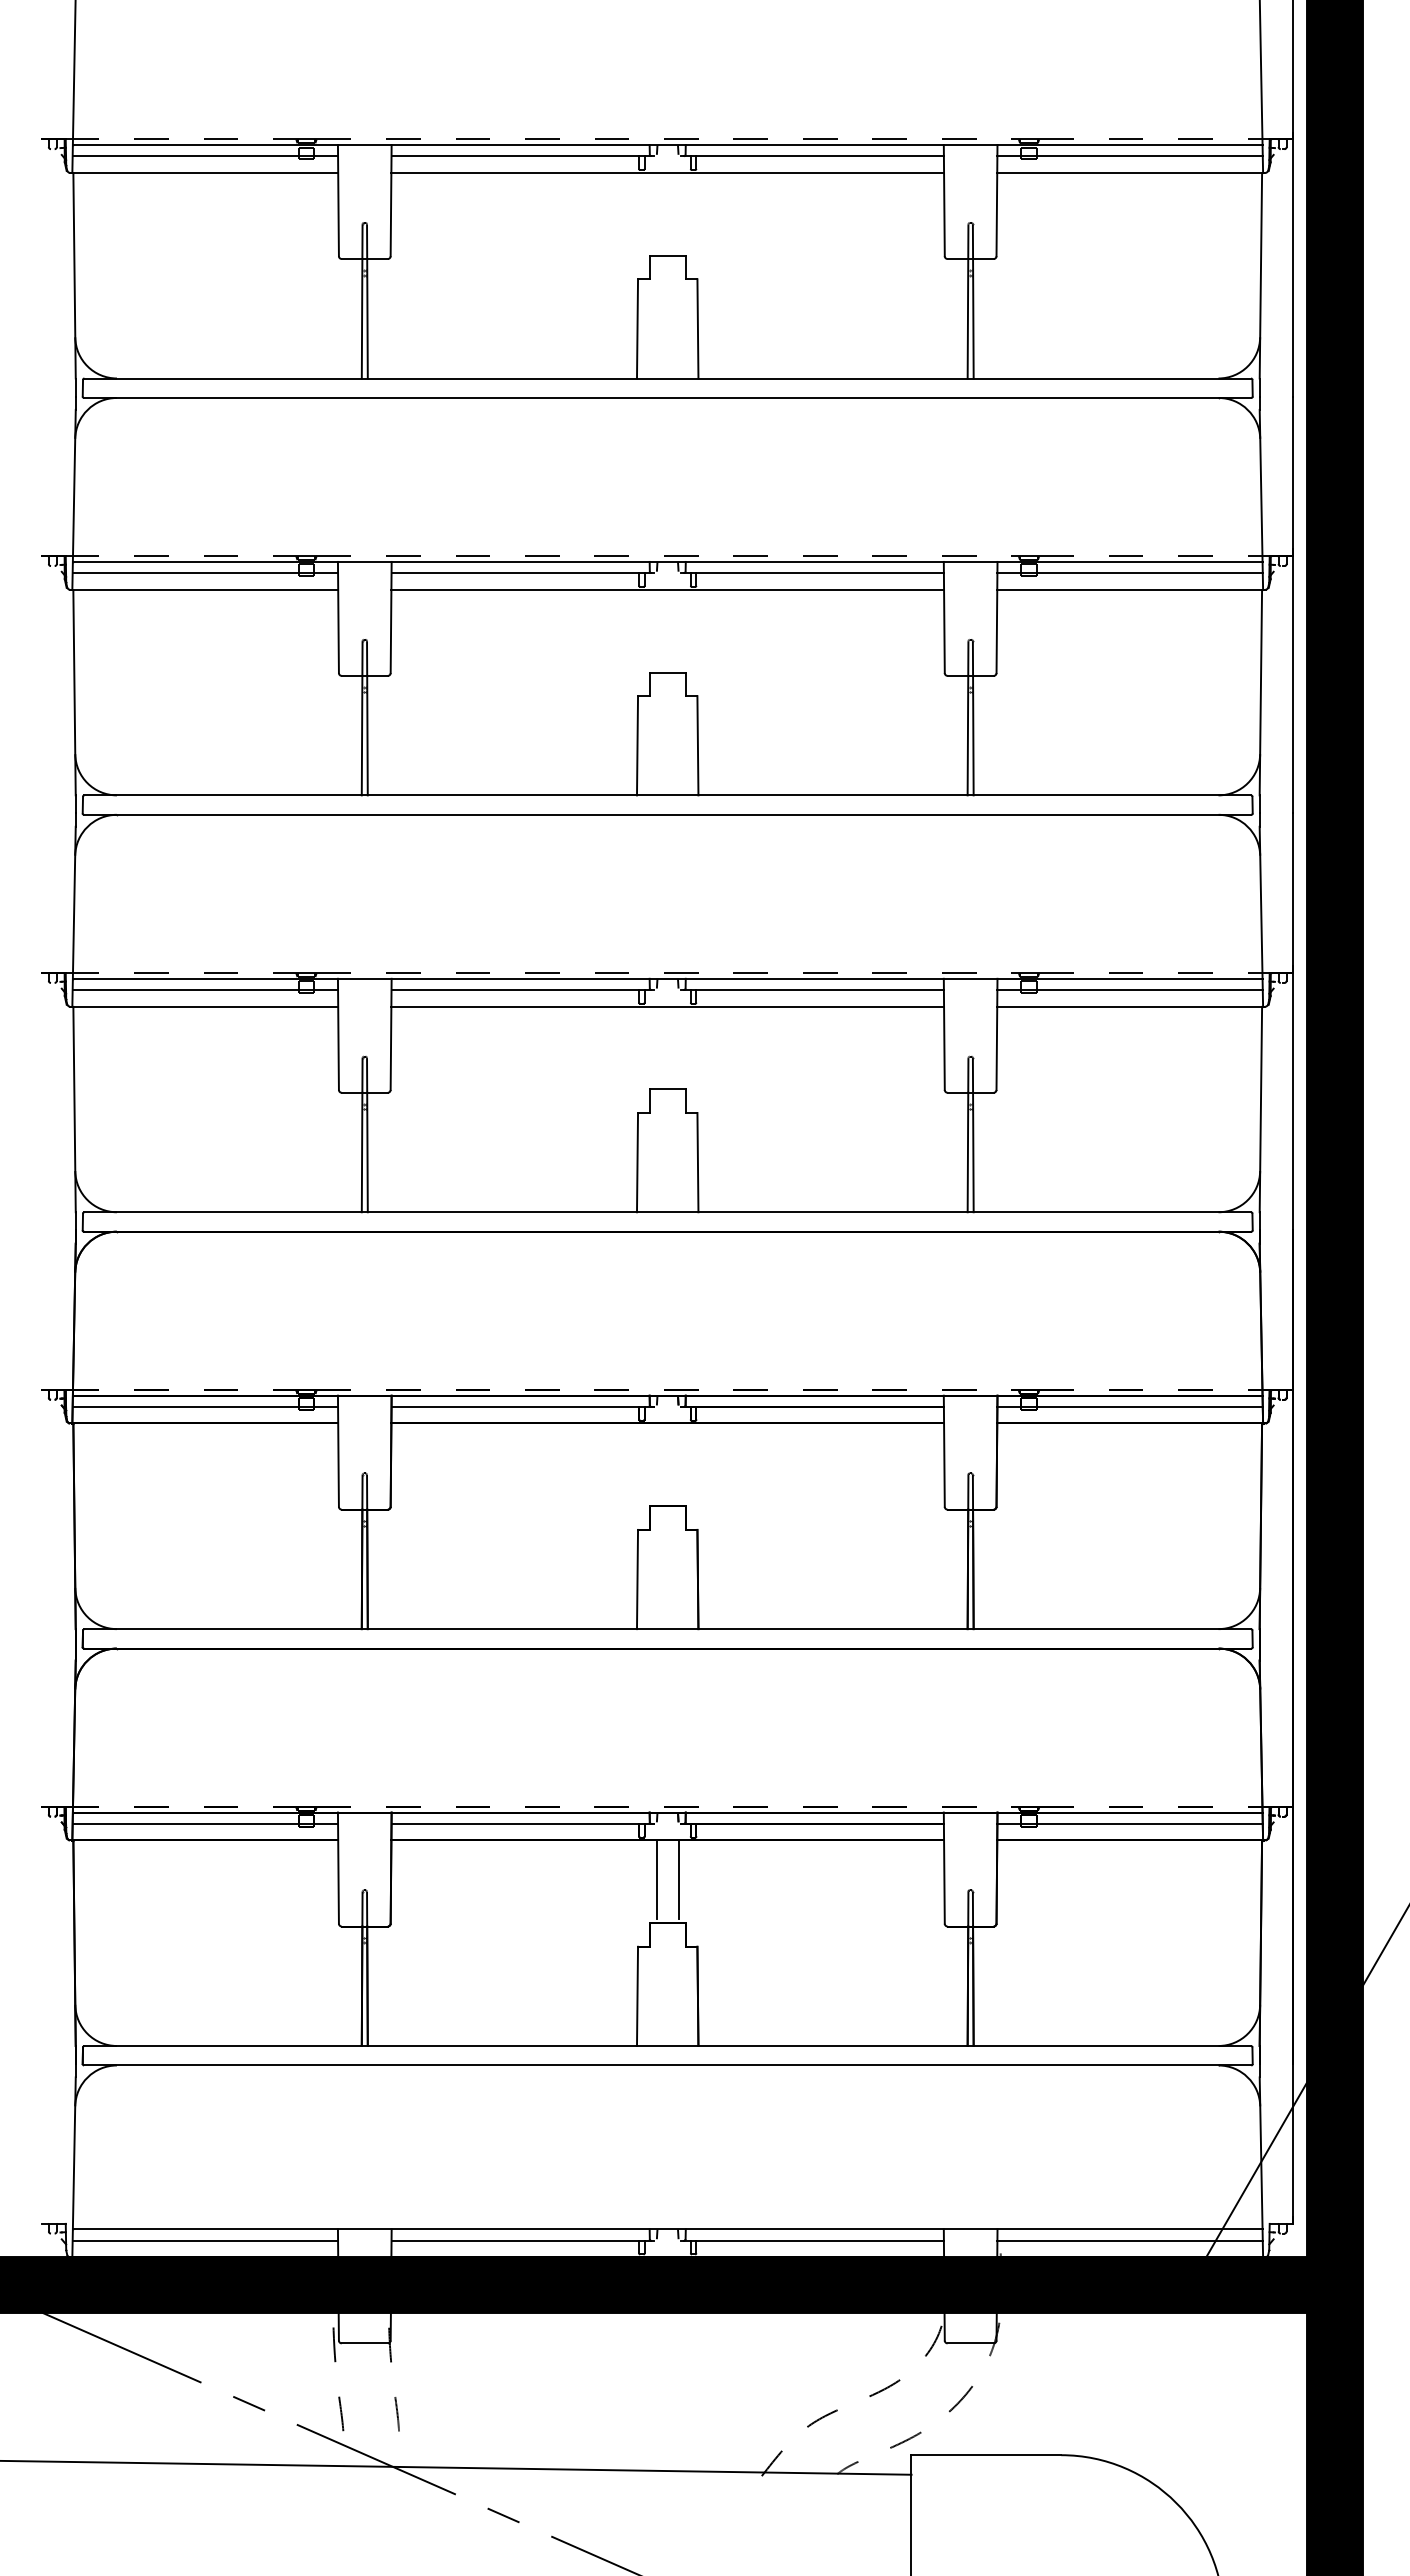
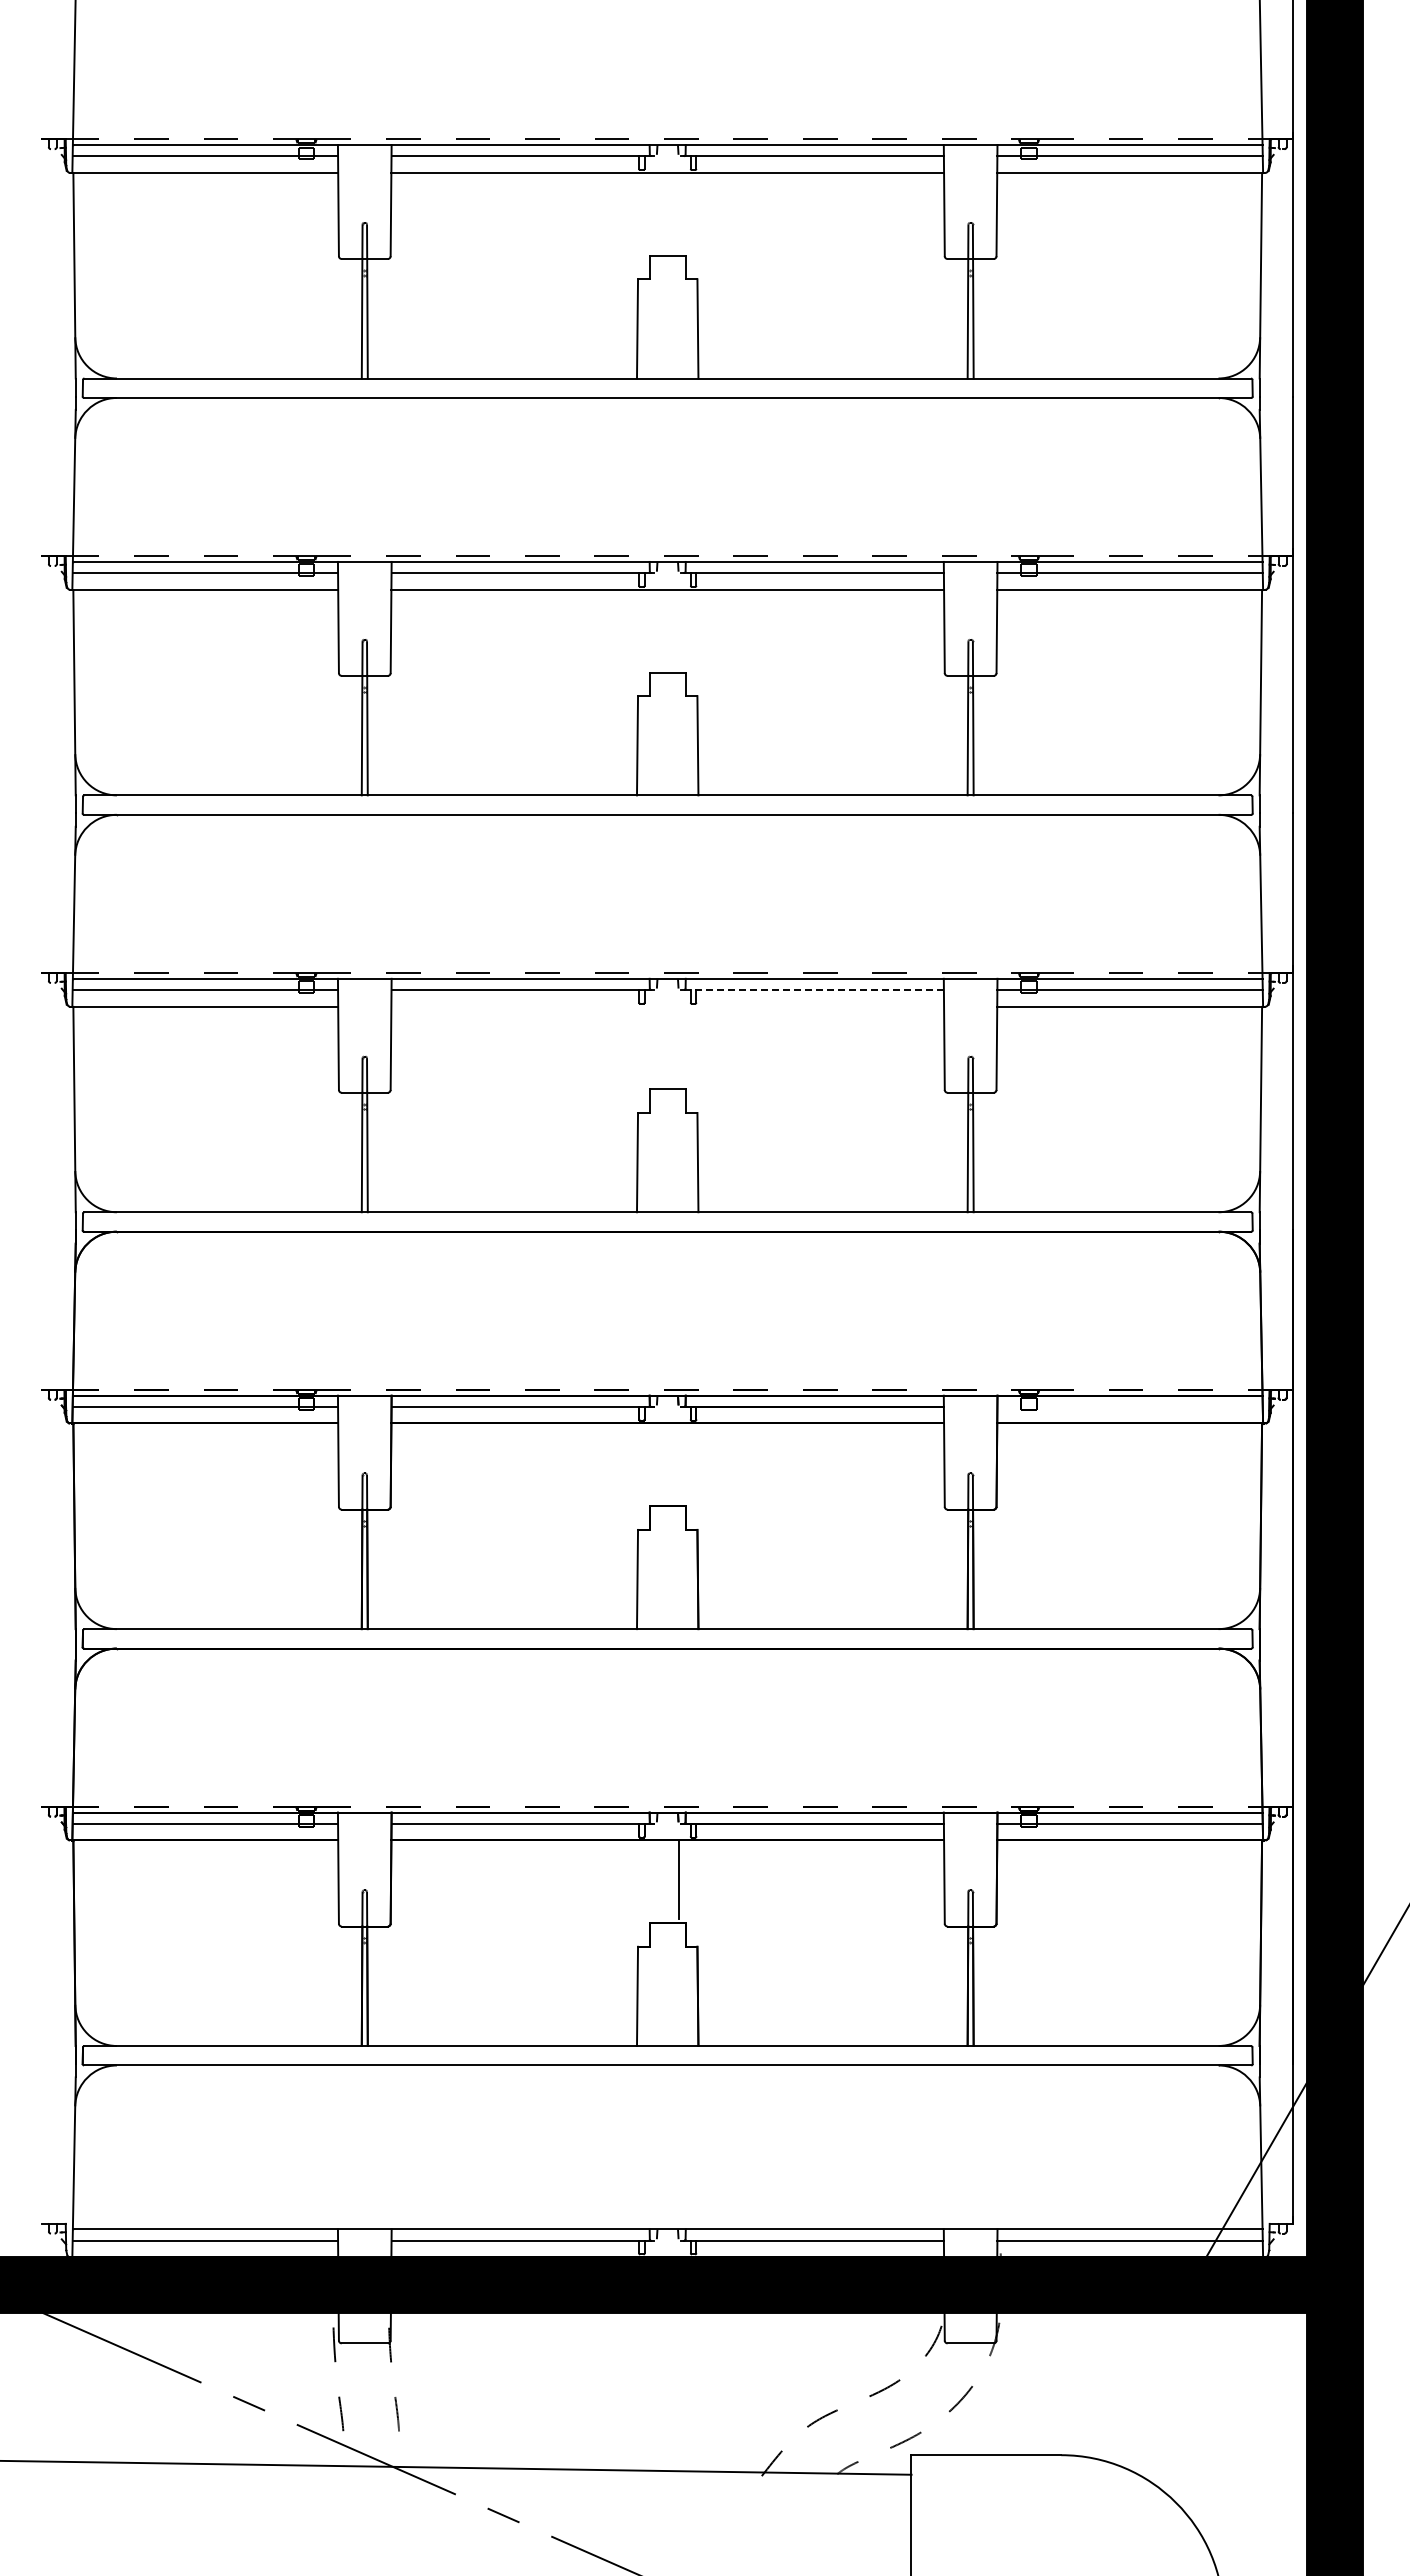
line at (814, 989): solid -> dashed
line at (667, 1006): present -> none
line at (1129, 1406): present -> none
line at (656, 1879): present -> none
